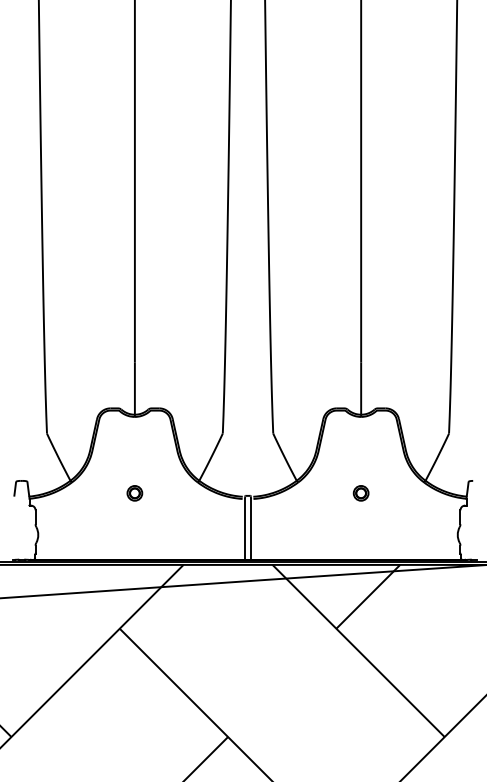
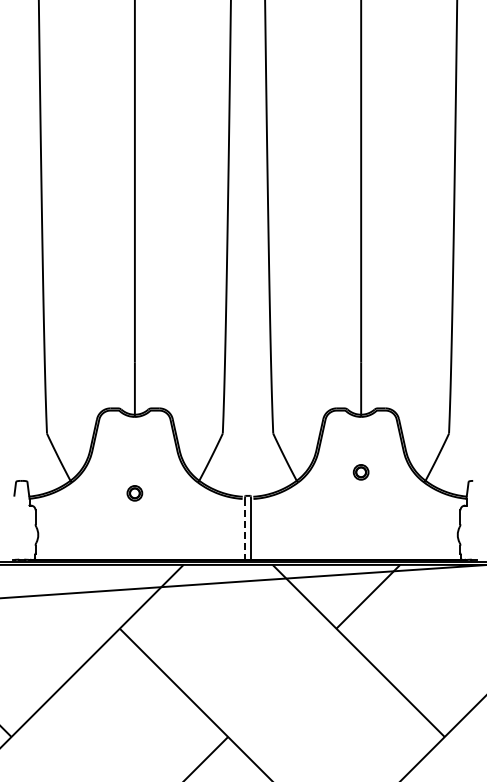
part at (360, 493) position: (360, 493) -> (360, 472)
line at (244, 529): solid -> dashed
